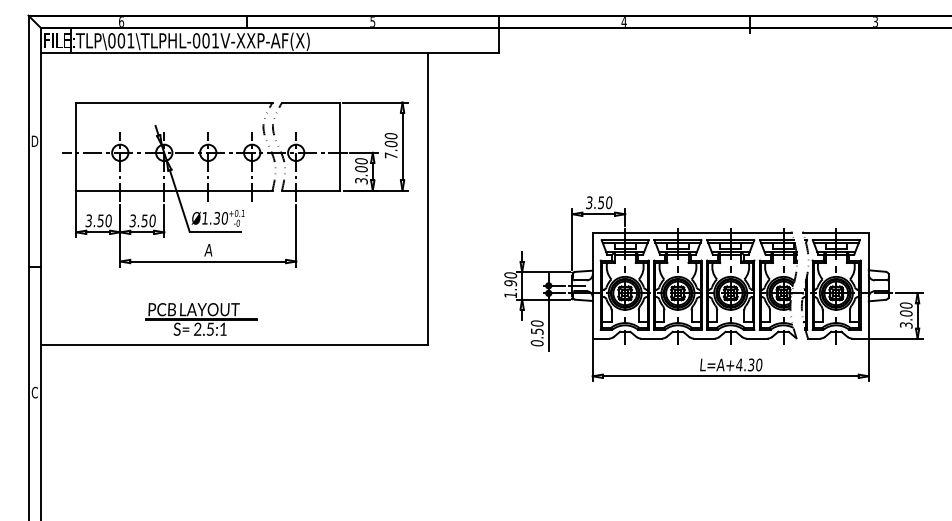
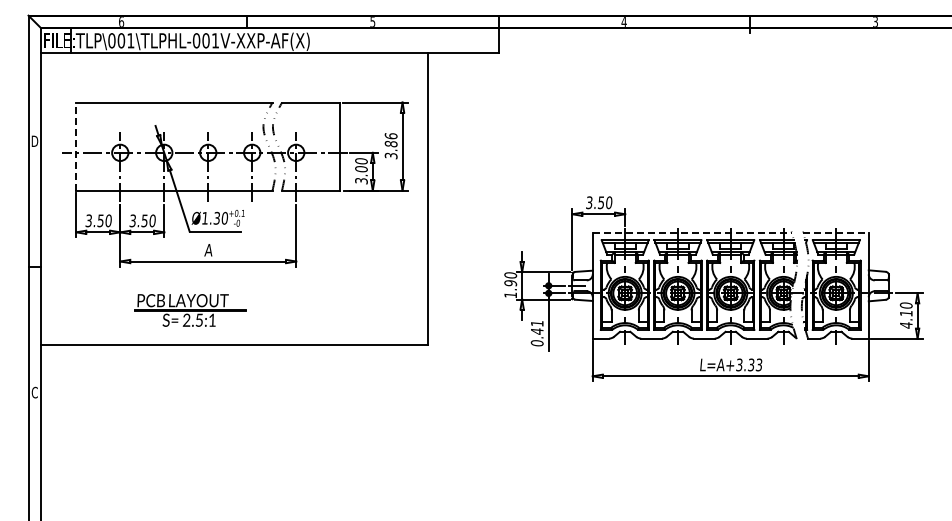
line at (76, 146): solid -> dashed
text at (390, 146): 7.00 -> 3.86
line at (692, 233): solid -> dashed
line at (836, 233): solid -> dashed
part at (201, 319) position: (201, 319) -> (190, 310)
text at (905, 319): 3.00 -> 4.10
text at (536, 327): 0.50 -> 0.41
text at (749, 364): L=A+4.30 -> L=A+3.33
